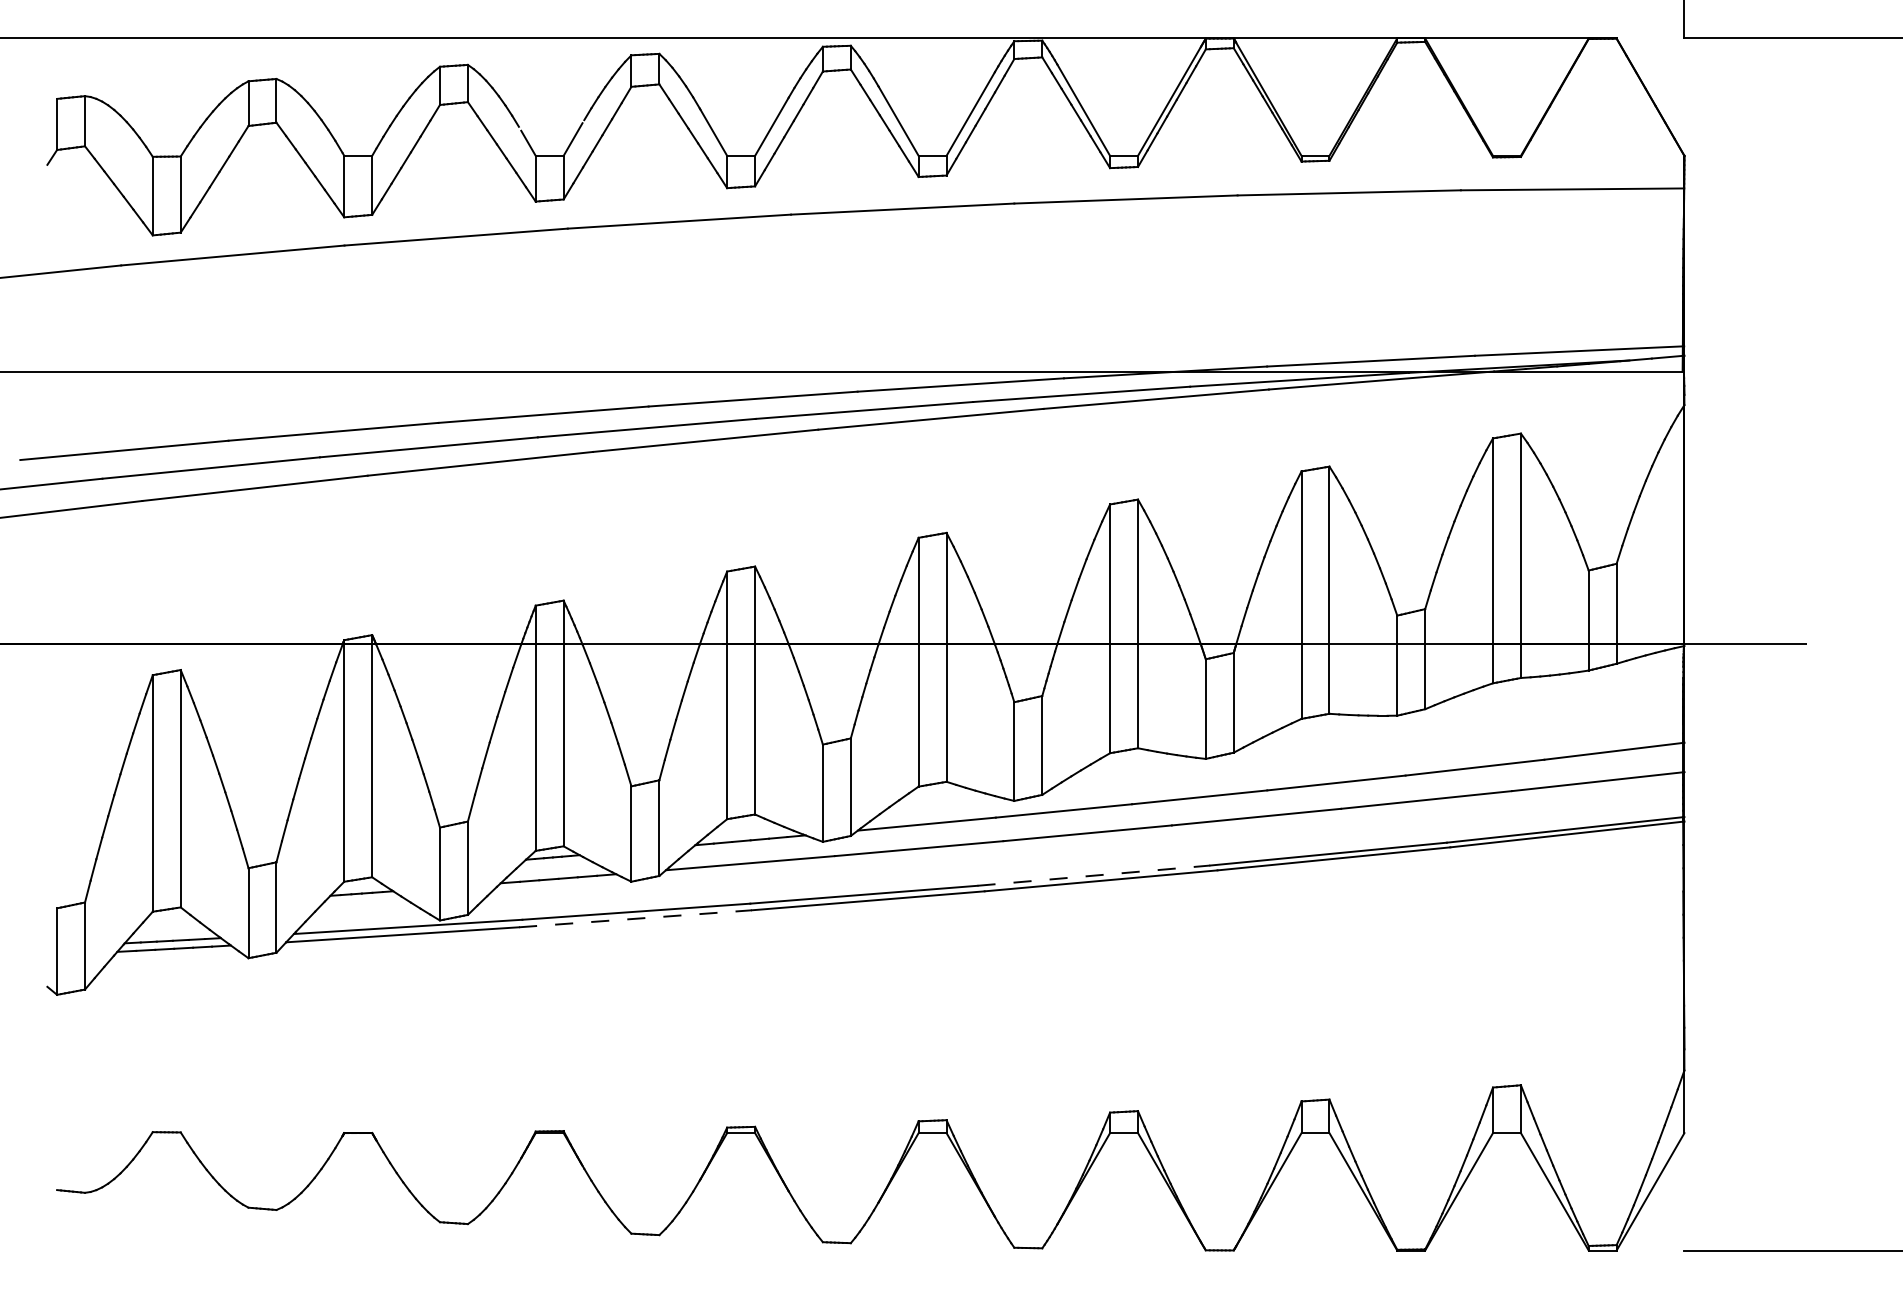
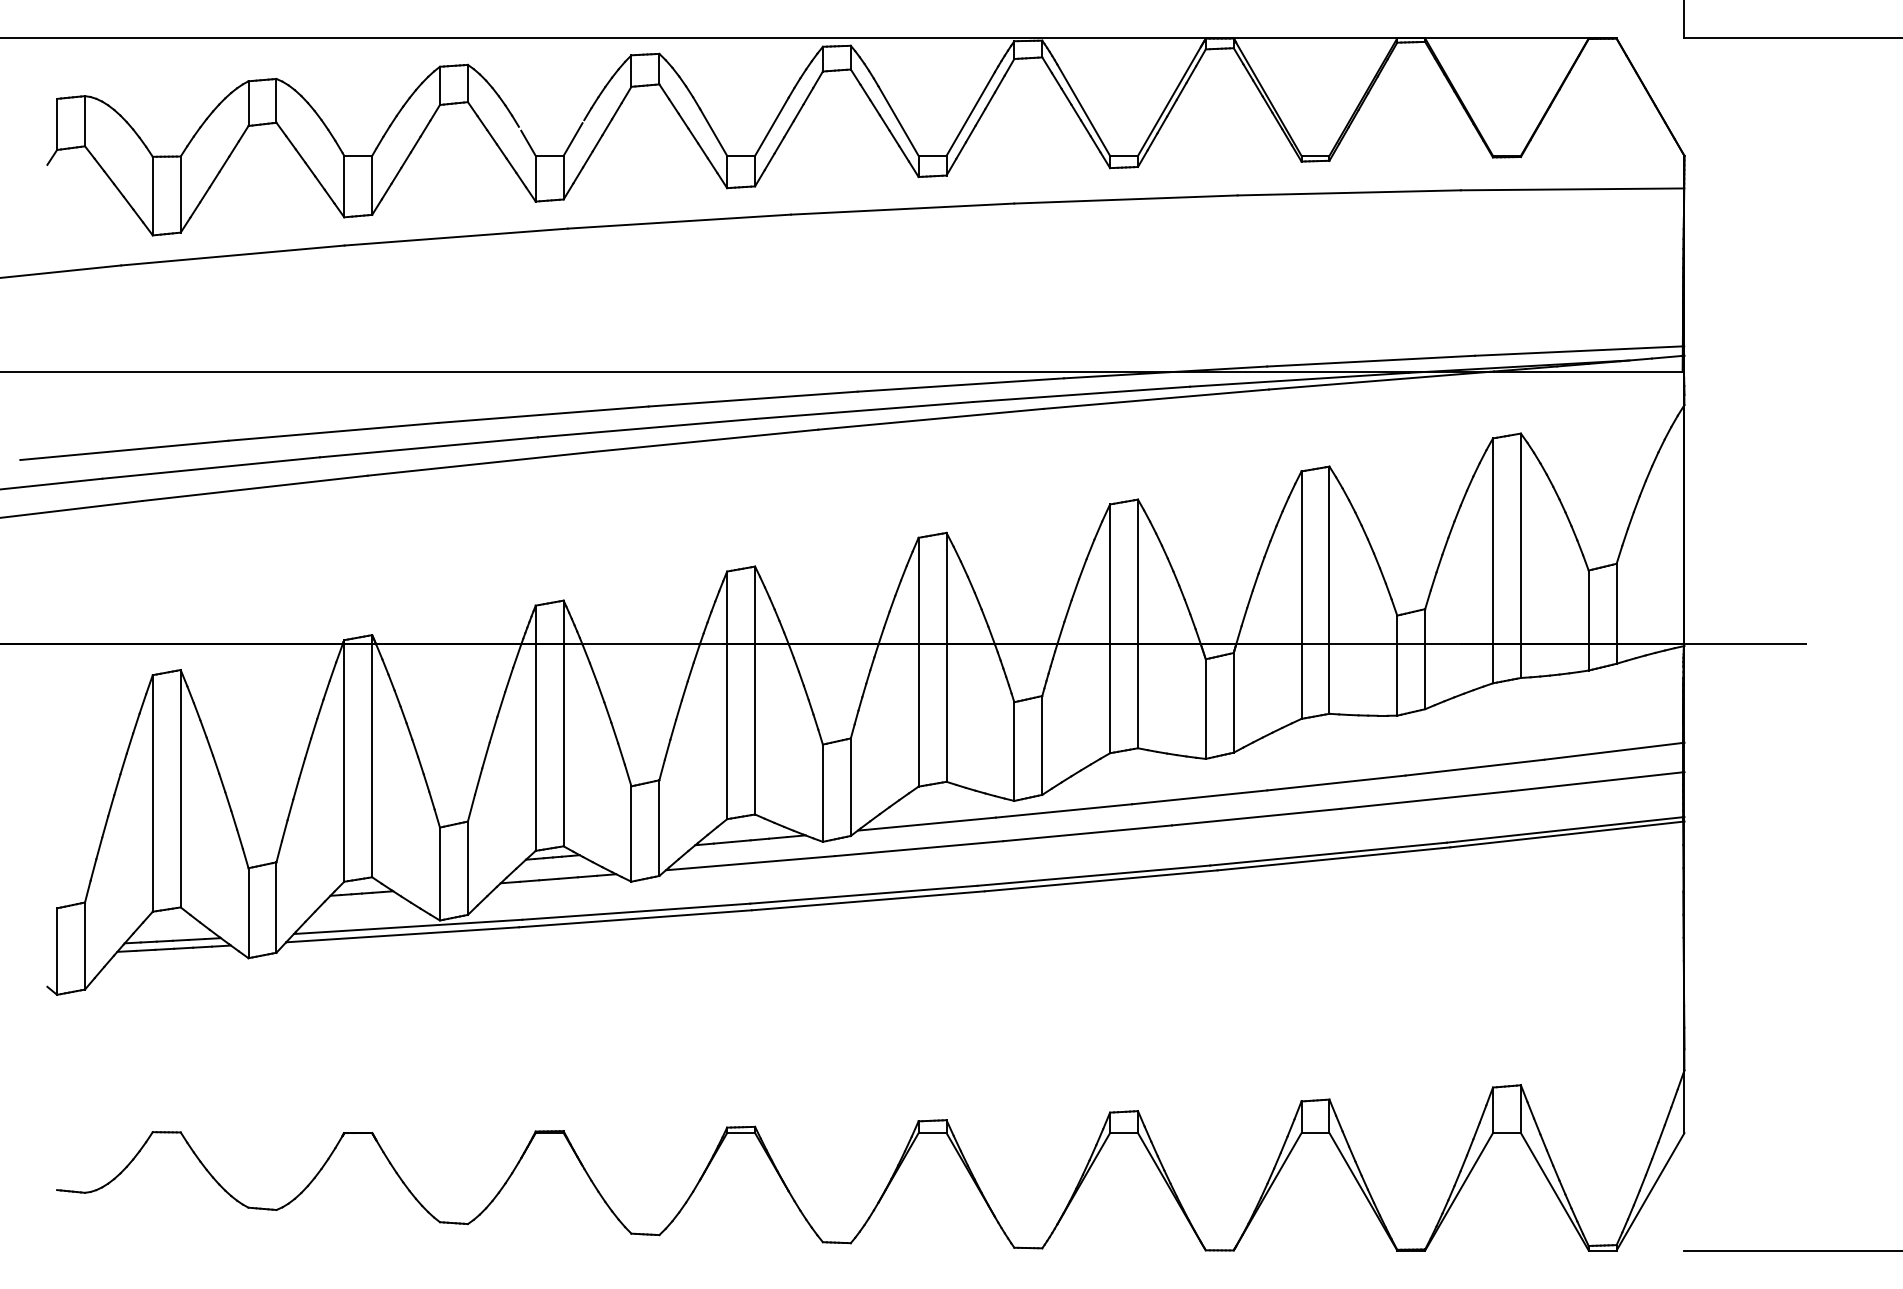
line at (1093, 875): dashed -> solid
line at (635, 918): dashed -> solid
